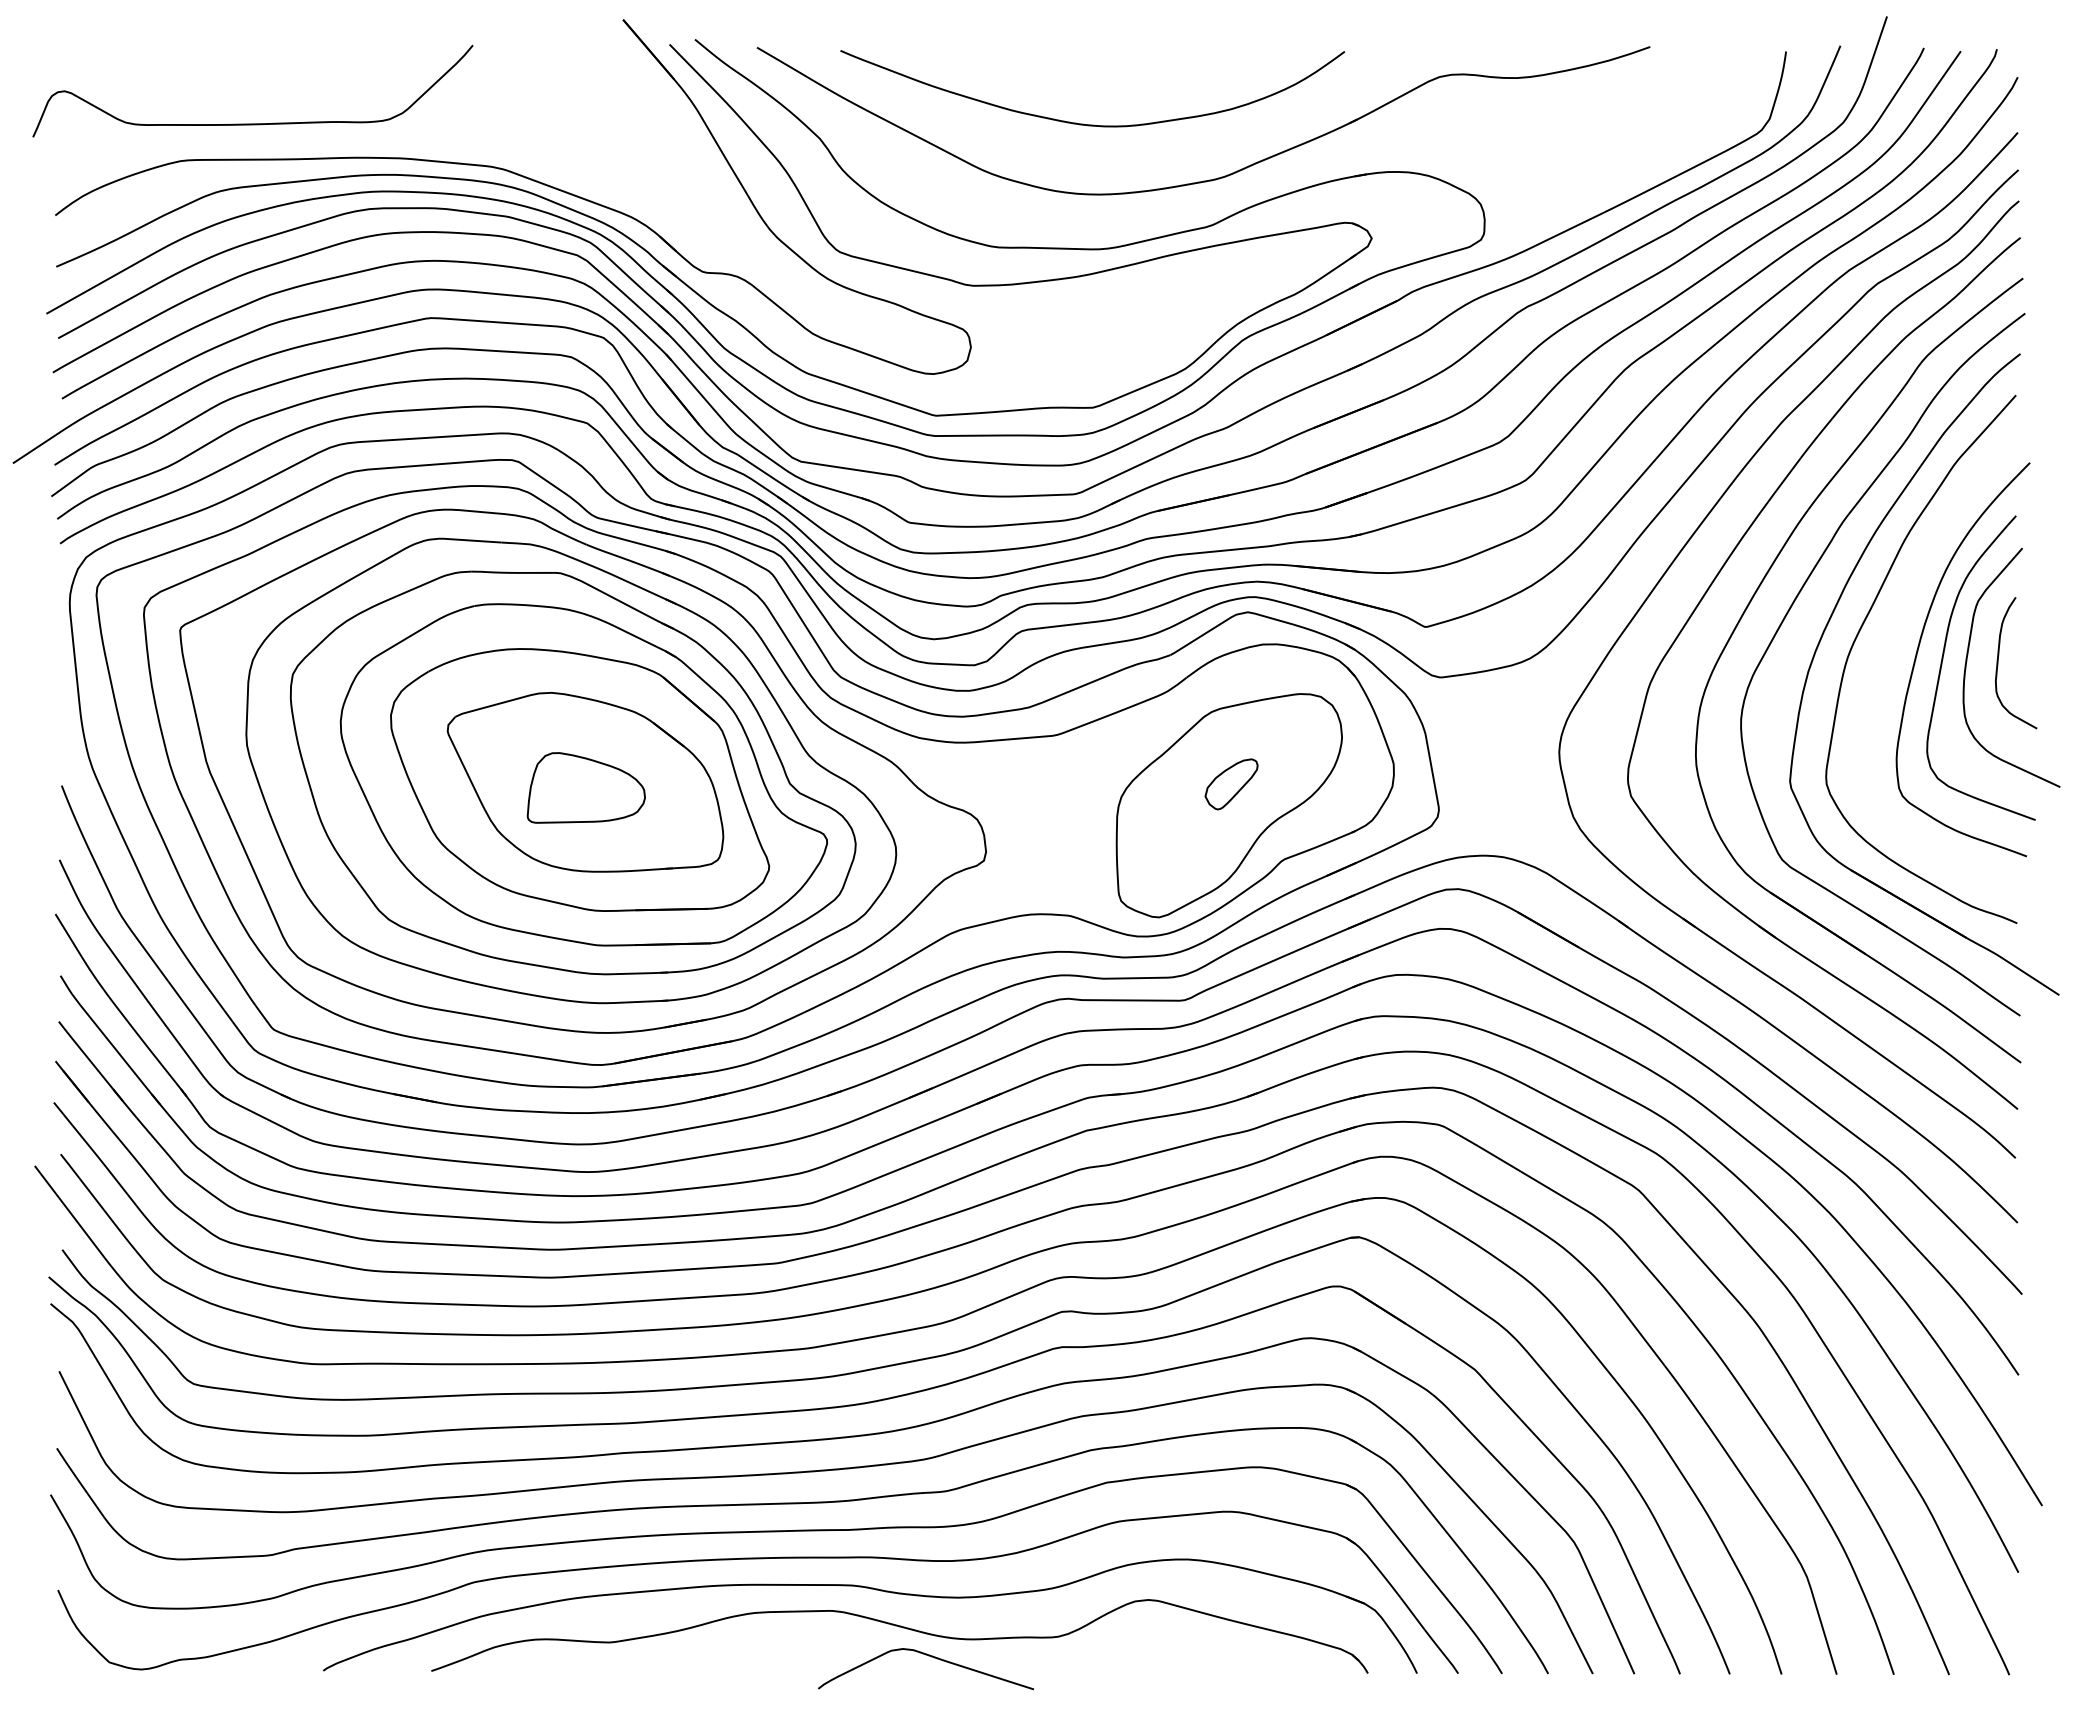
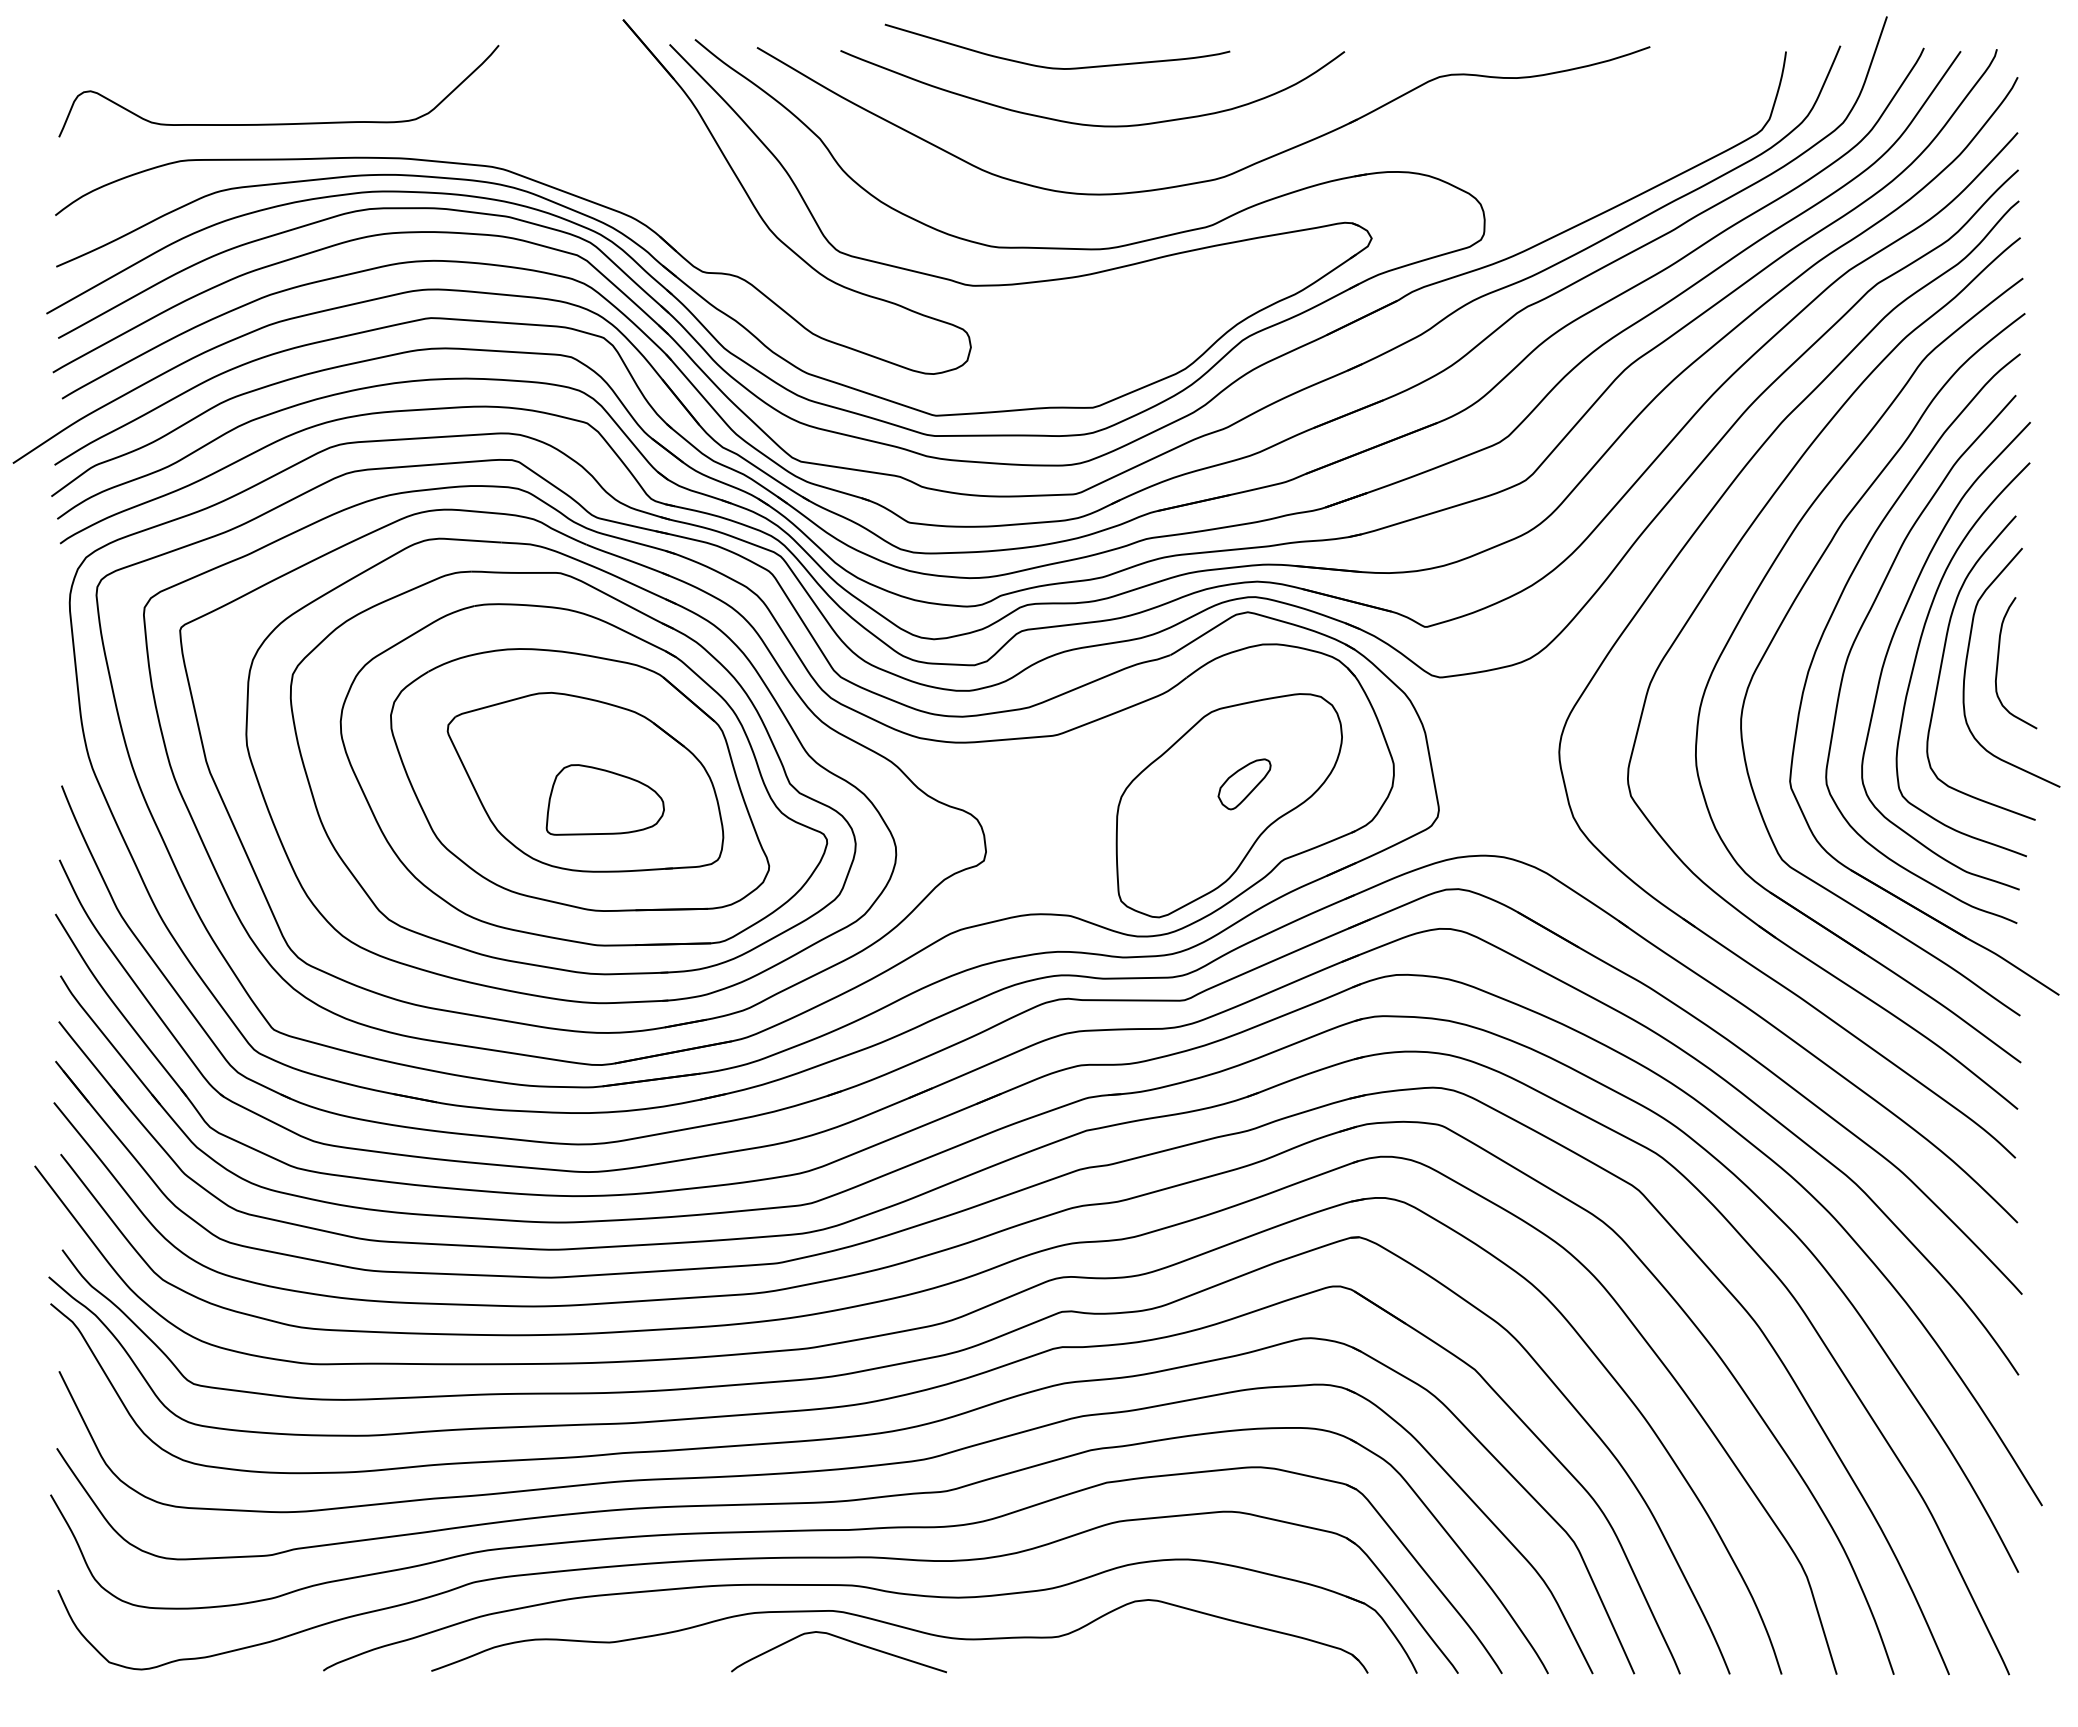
curve at (1057, 67): none -> present
curve at (252, 123) position: (252, 123) -> (278, 123)
curve at (1895, 633): none -> present
part at (1231, 784) position: (1231, 784) -> (1244, 784)
part at (585, 787) position: (585, 787) -> (604, 799)
curve at (928, 1656) position: (928, 1656) -> (841, 1639)
